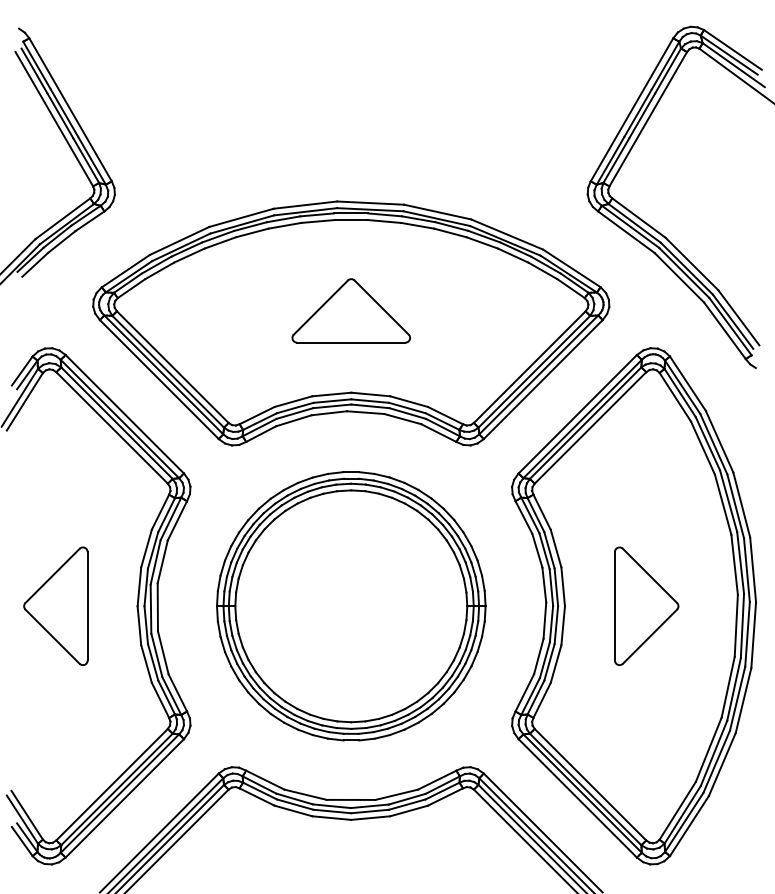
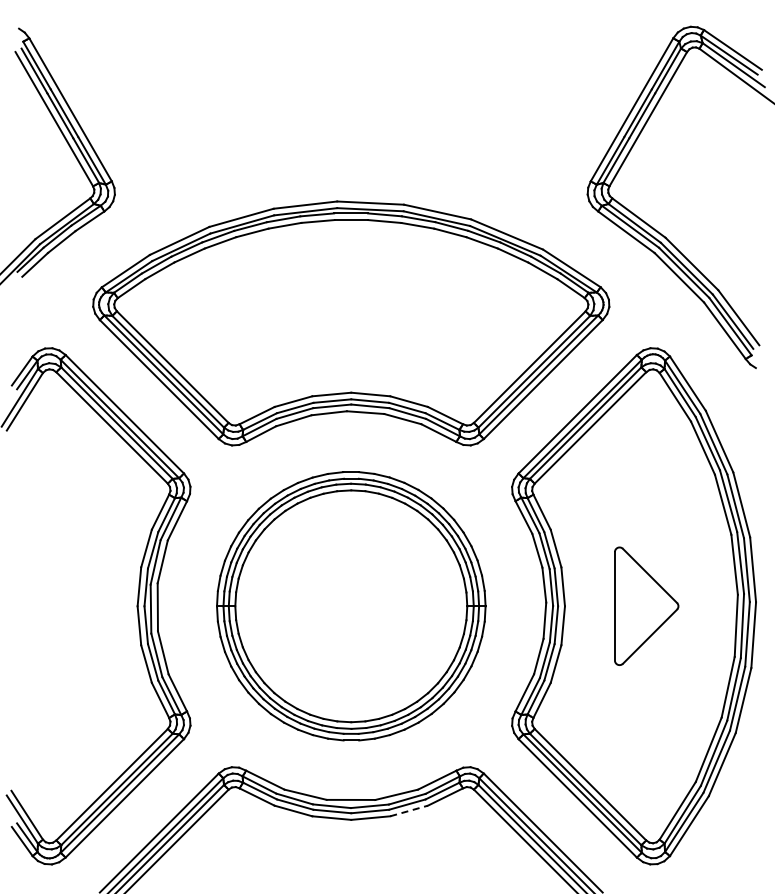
part at (350, 310): present -> none
part at (55, 605): present -> none
line at (409, 811): solid -> dashed
